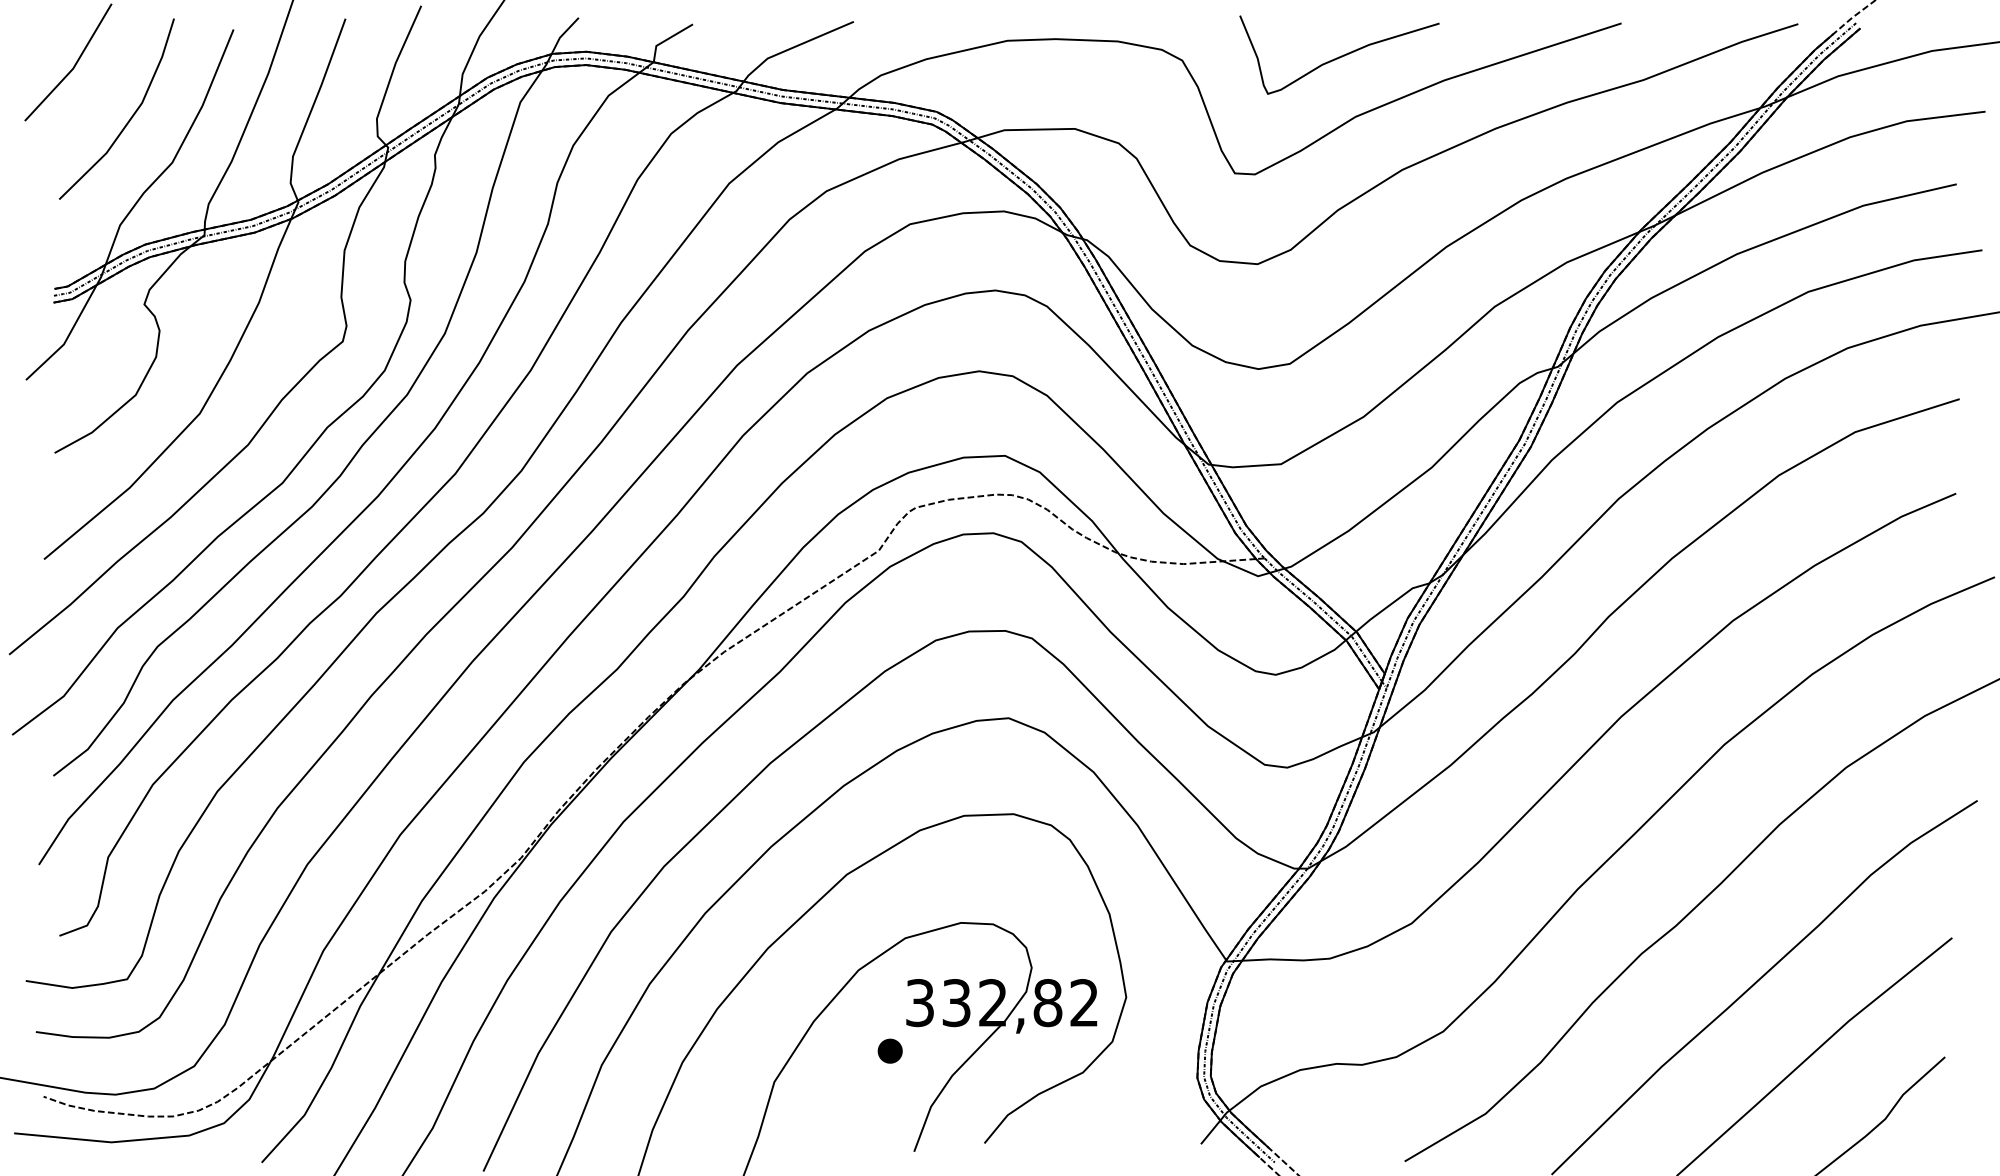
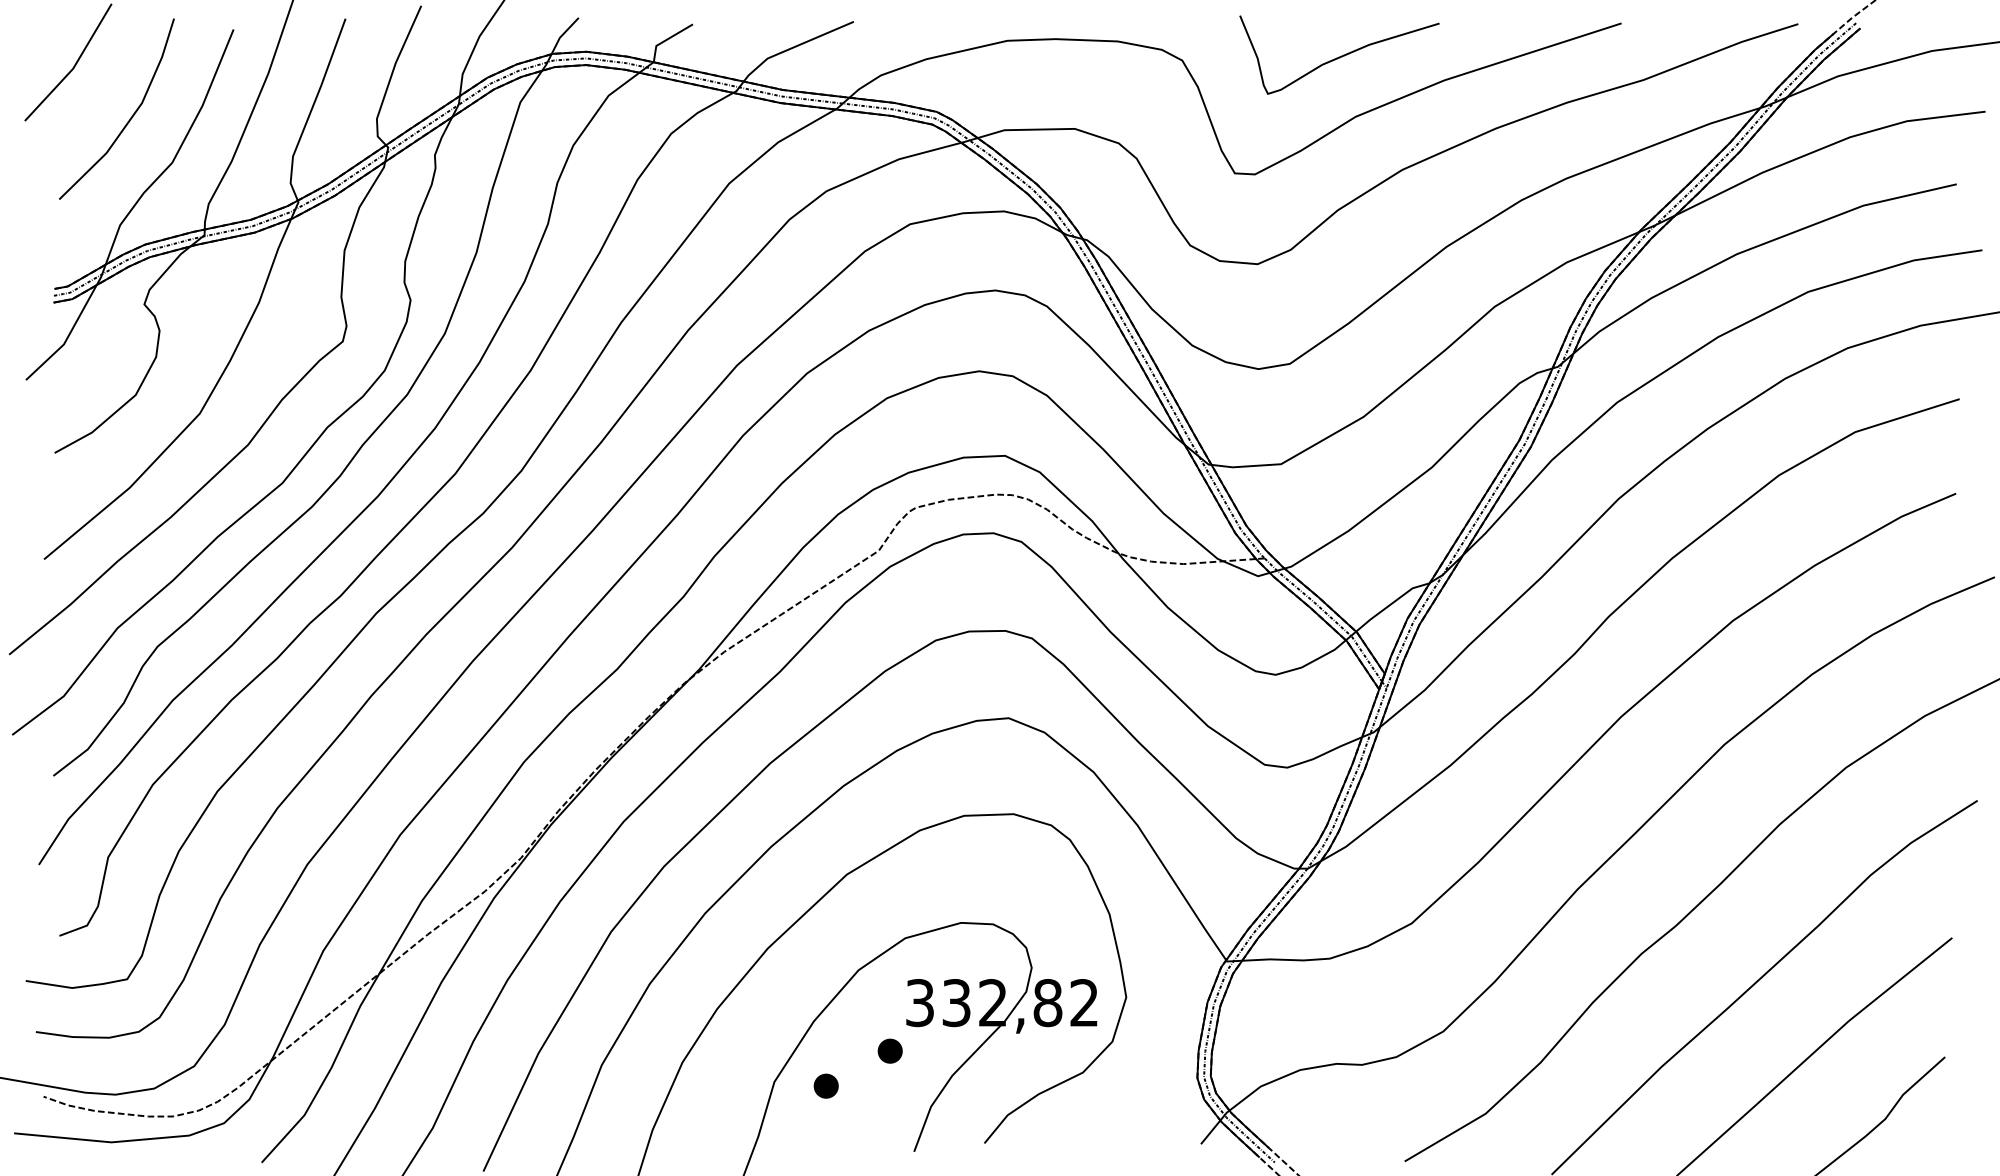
part at (825, 1085): none -> present
